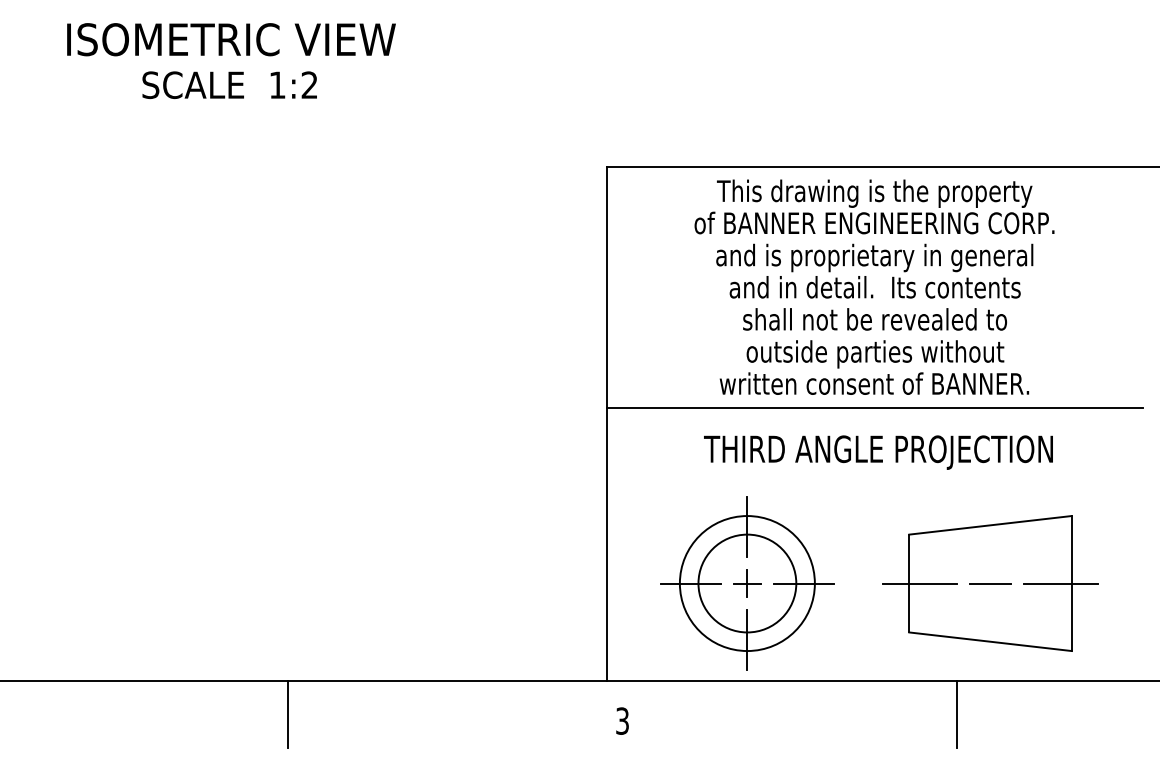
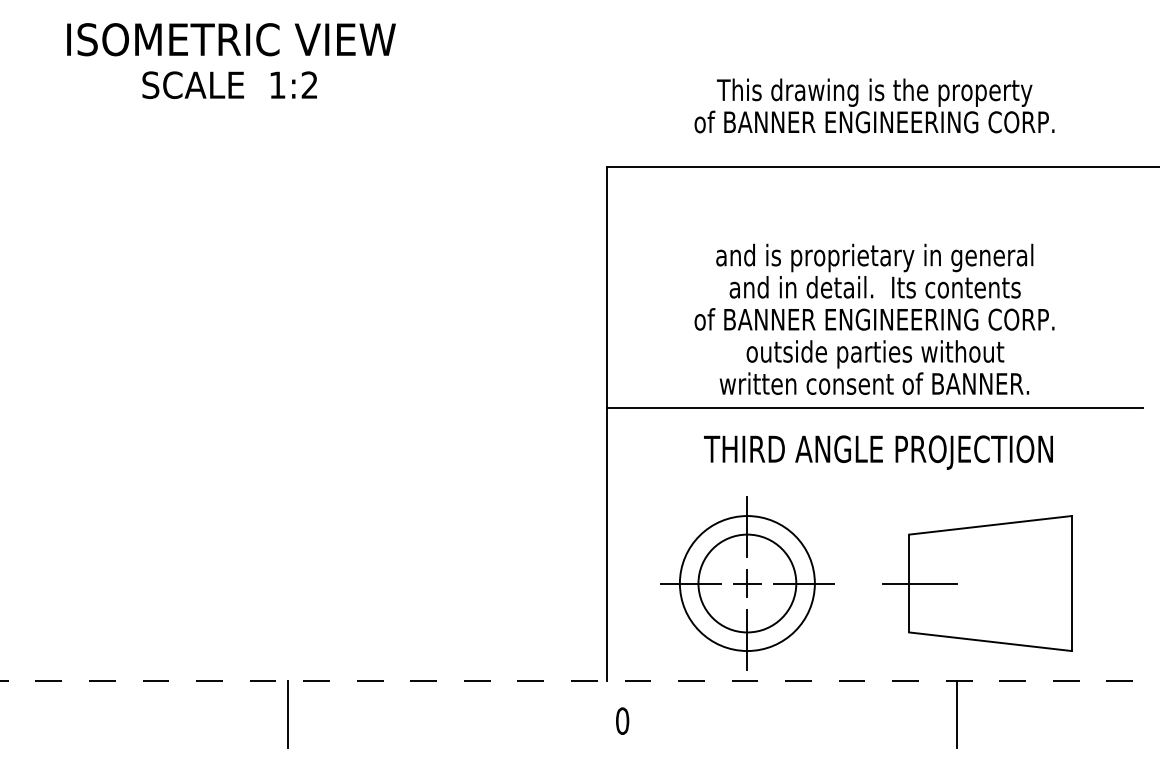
text at (874, 206) position: (874, 206) -> (874, 105)
text at (874, 319): shall not be revealed to -> of BANNER ENGINEERING CORP.
line at (990, 583): present -> none
line at (1060, 583): present -> none
line at (580, 680): solid -> dashed
text at (622, 720): 3 -> 0
